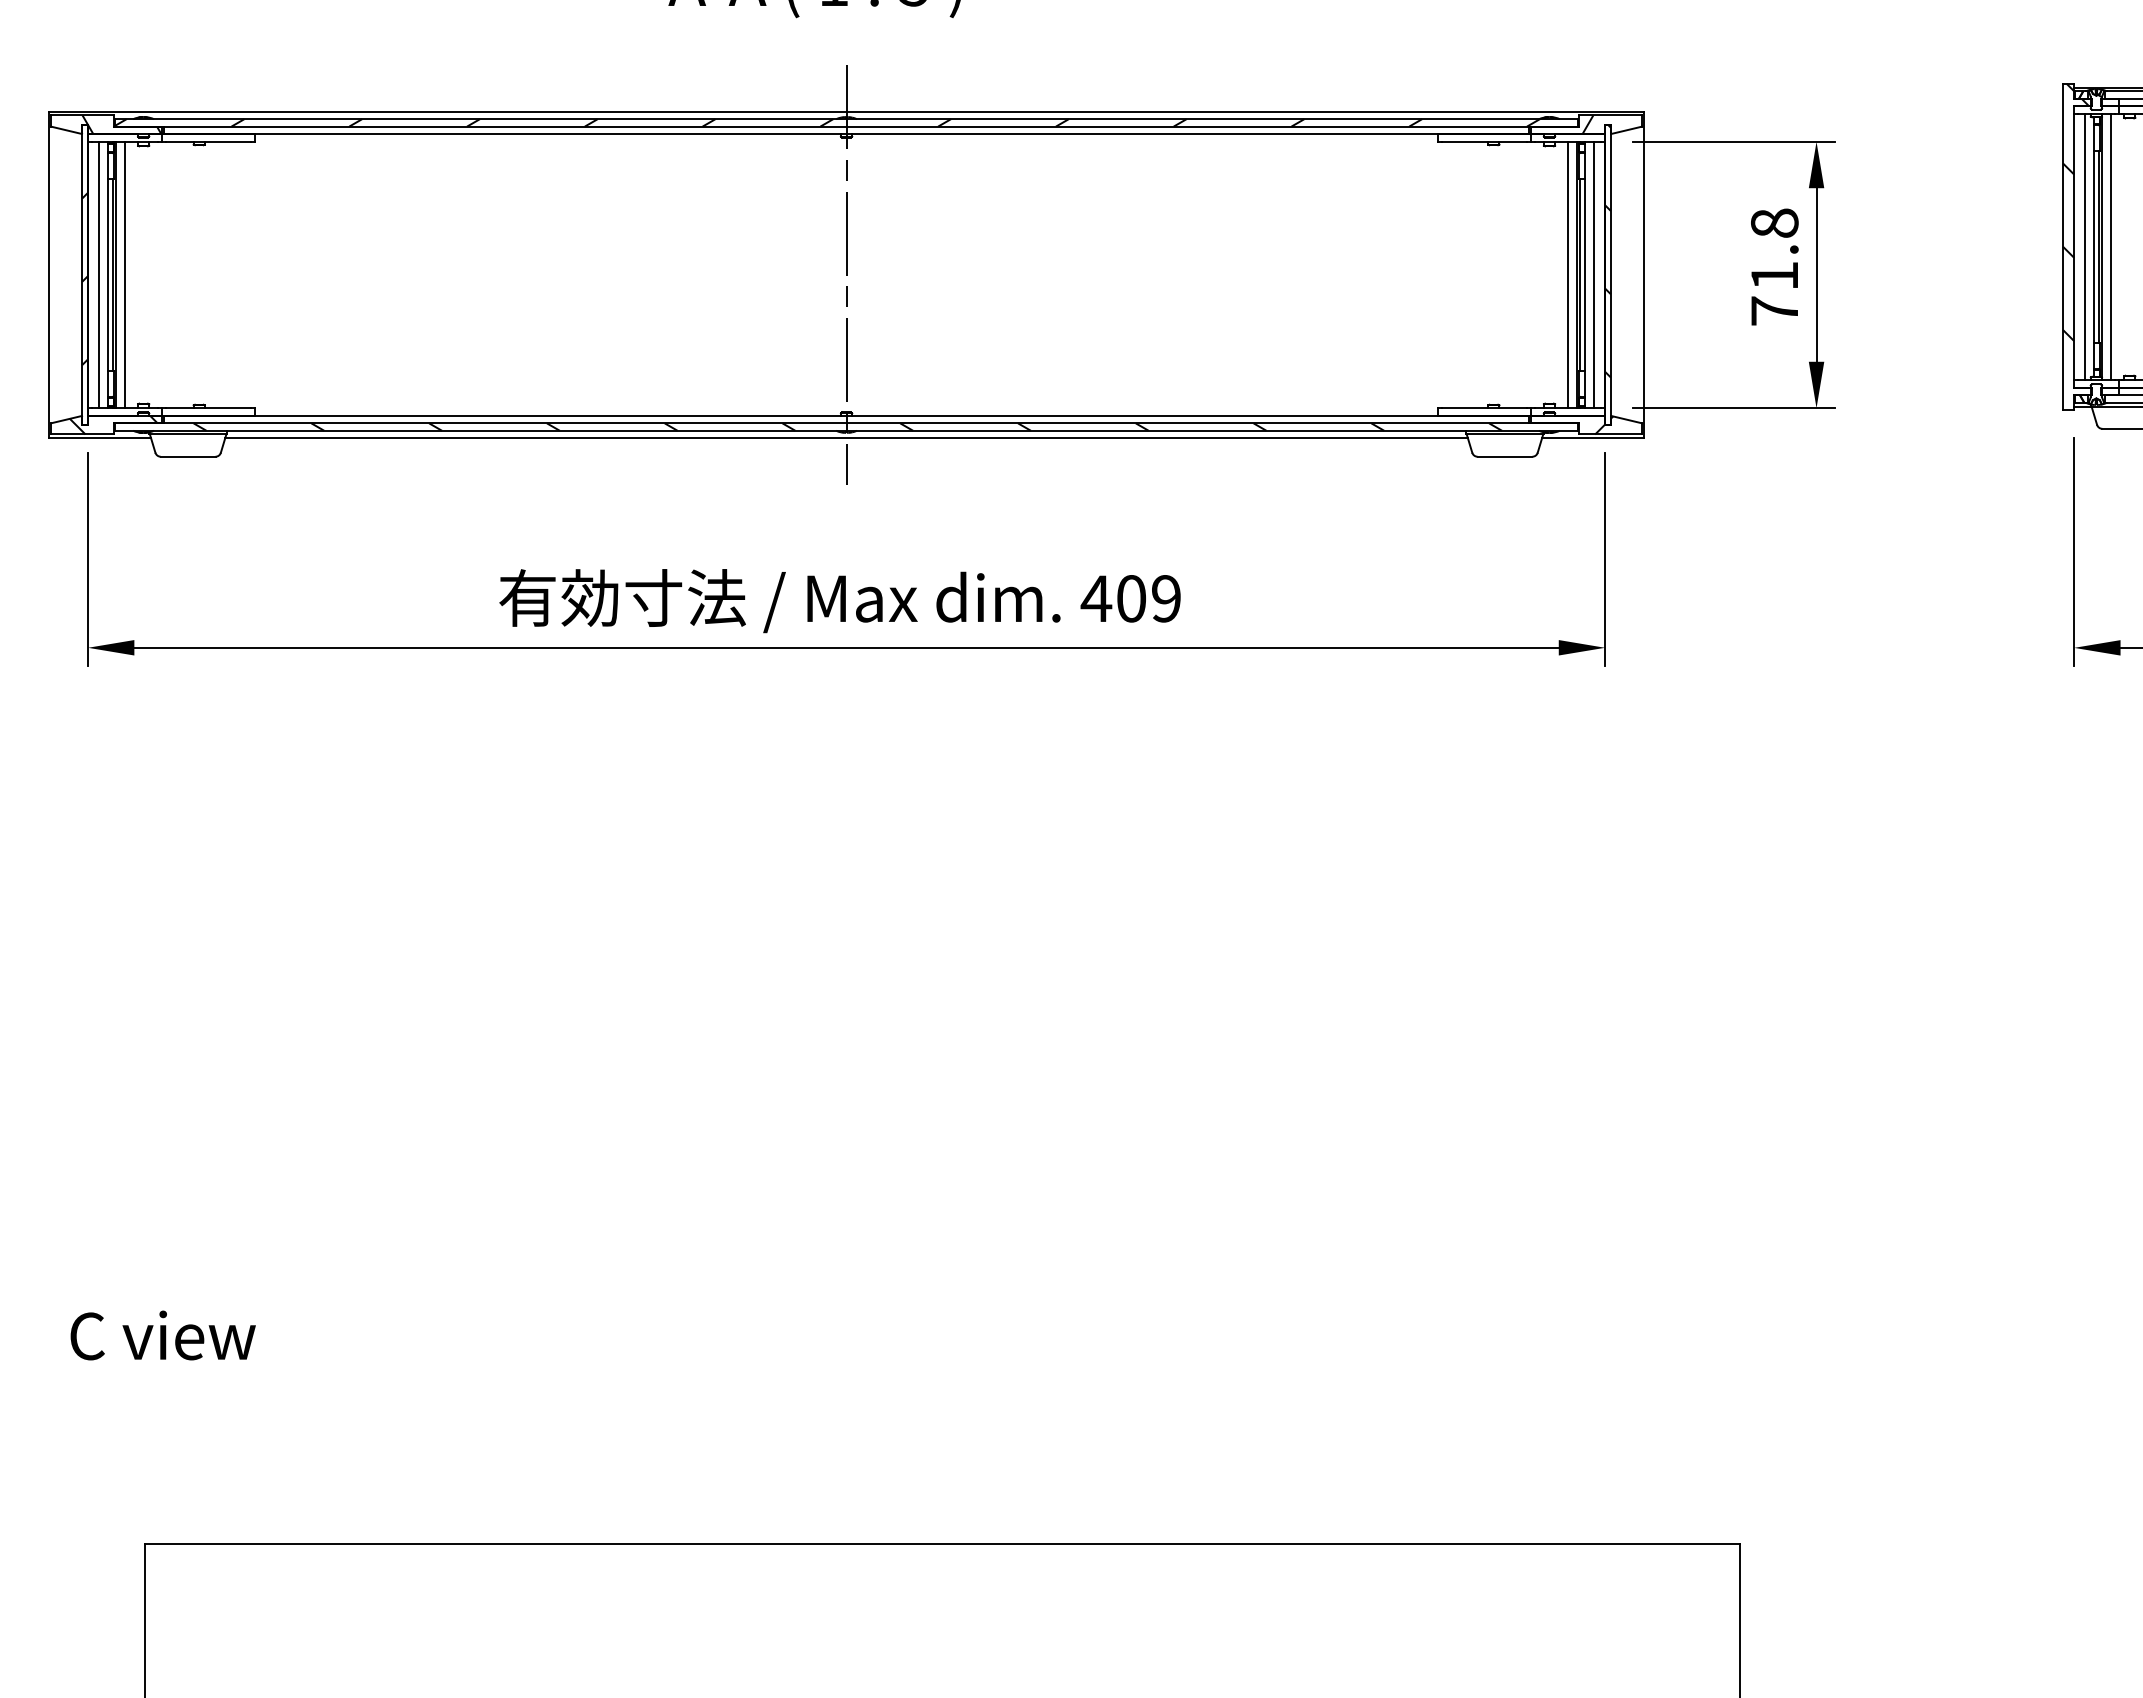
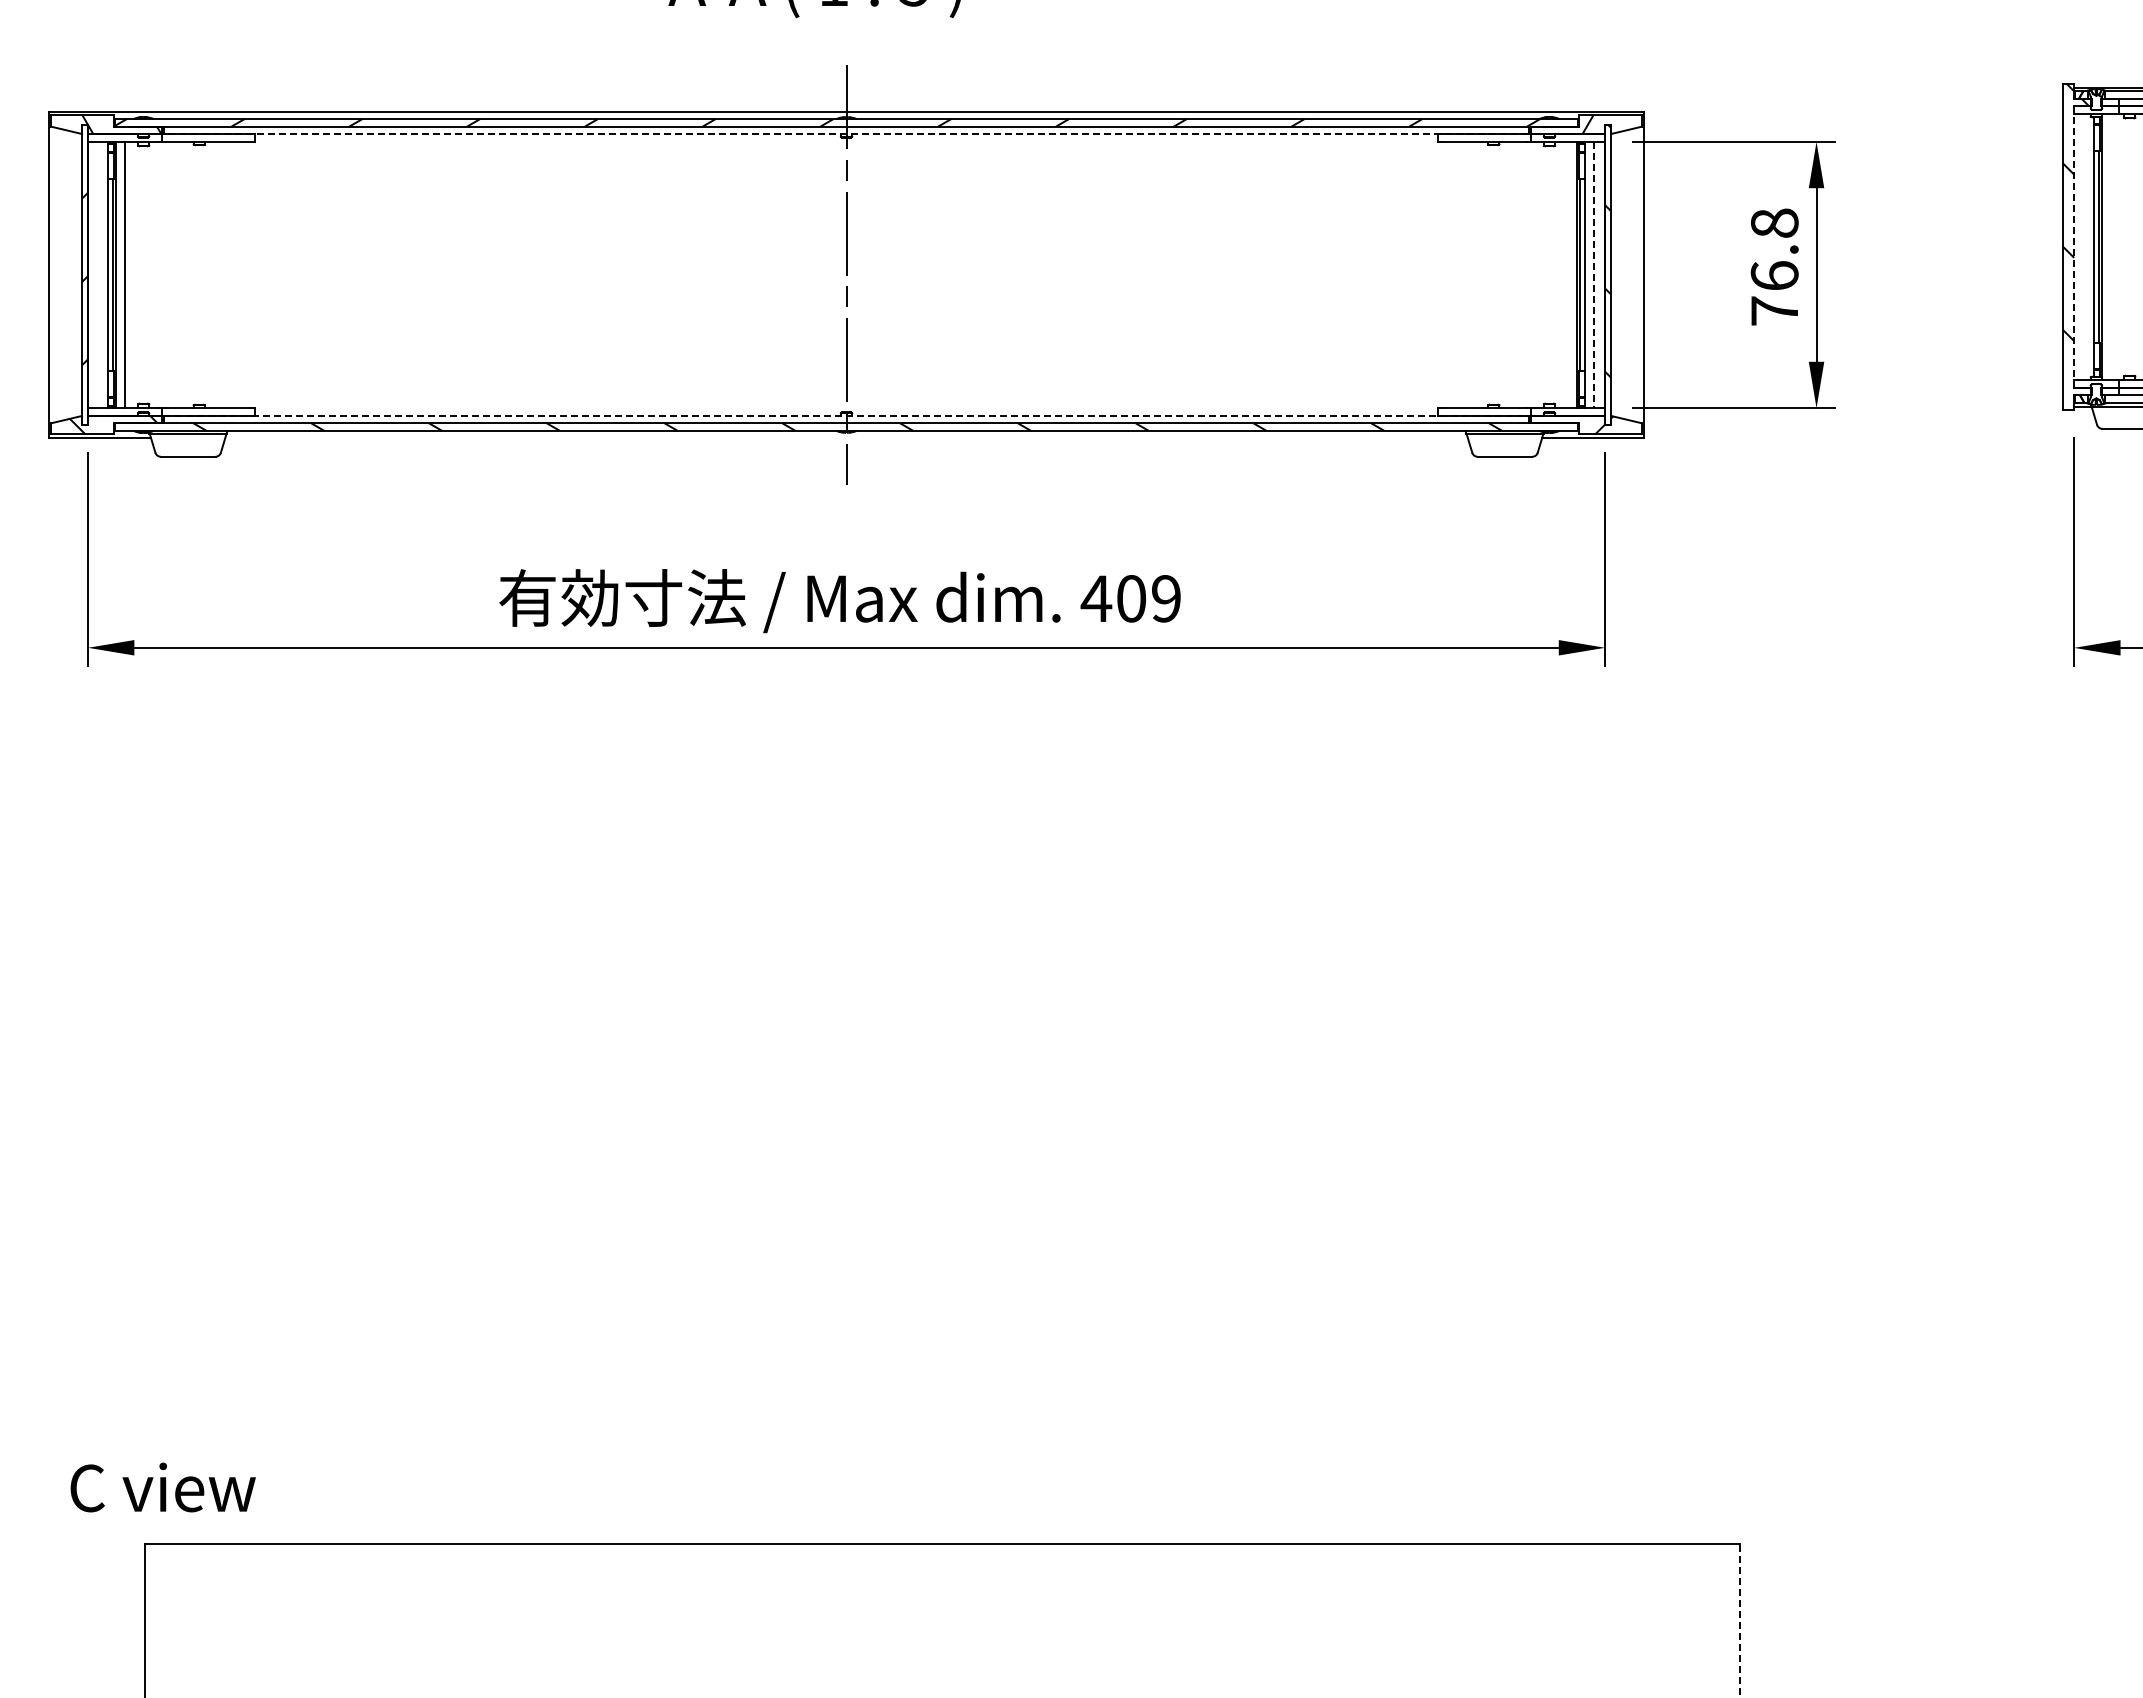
line at (846, 134): solid -> dashed
line at (2085, 246): present -> none
line at (2111, 246): present -> none
line at (2074, 247): solid -> dashed
line at (99, 274): present -> none
line at (1568, 274): present -> none
line at (1594, 275): solid -> dashed
text at (1774, 275): 71.8 -> 76.8
line at (846, 415): solid -> dashed
line at (846, 438): present -> none
text at (162, 1335) position: (162, 1335) -> (162, 1487)
line at (1739, 1620): solid -> dashed
